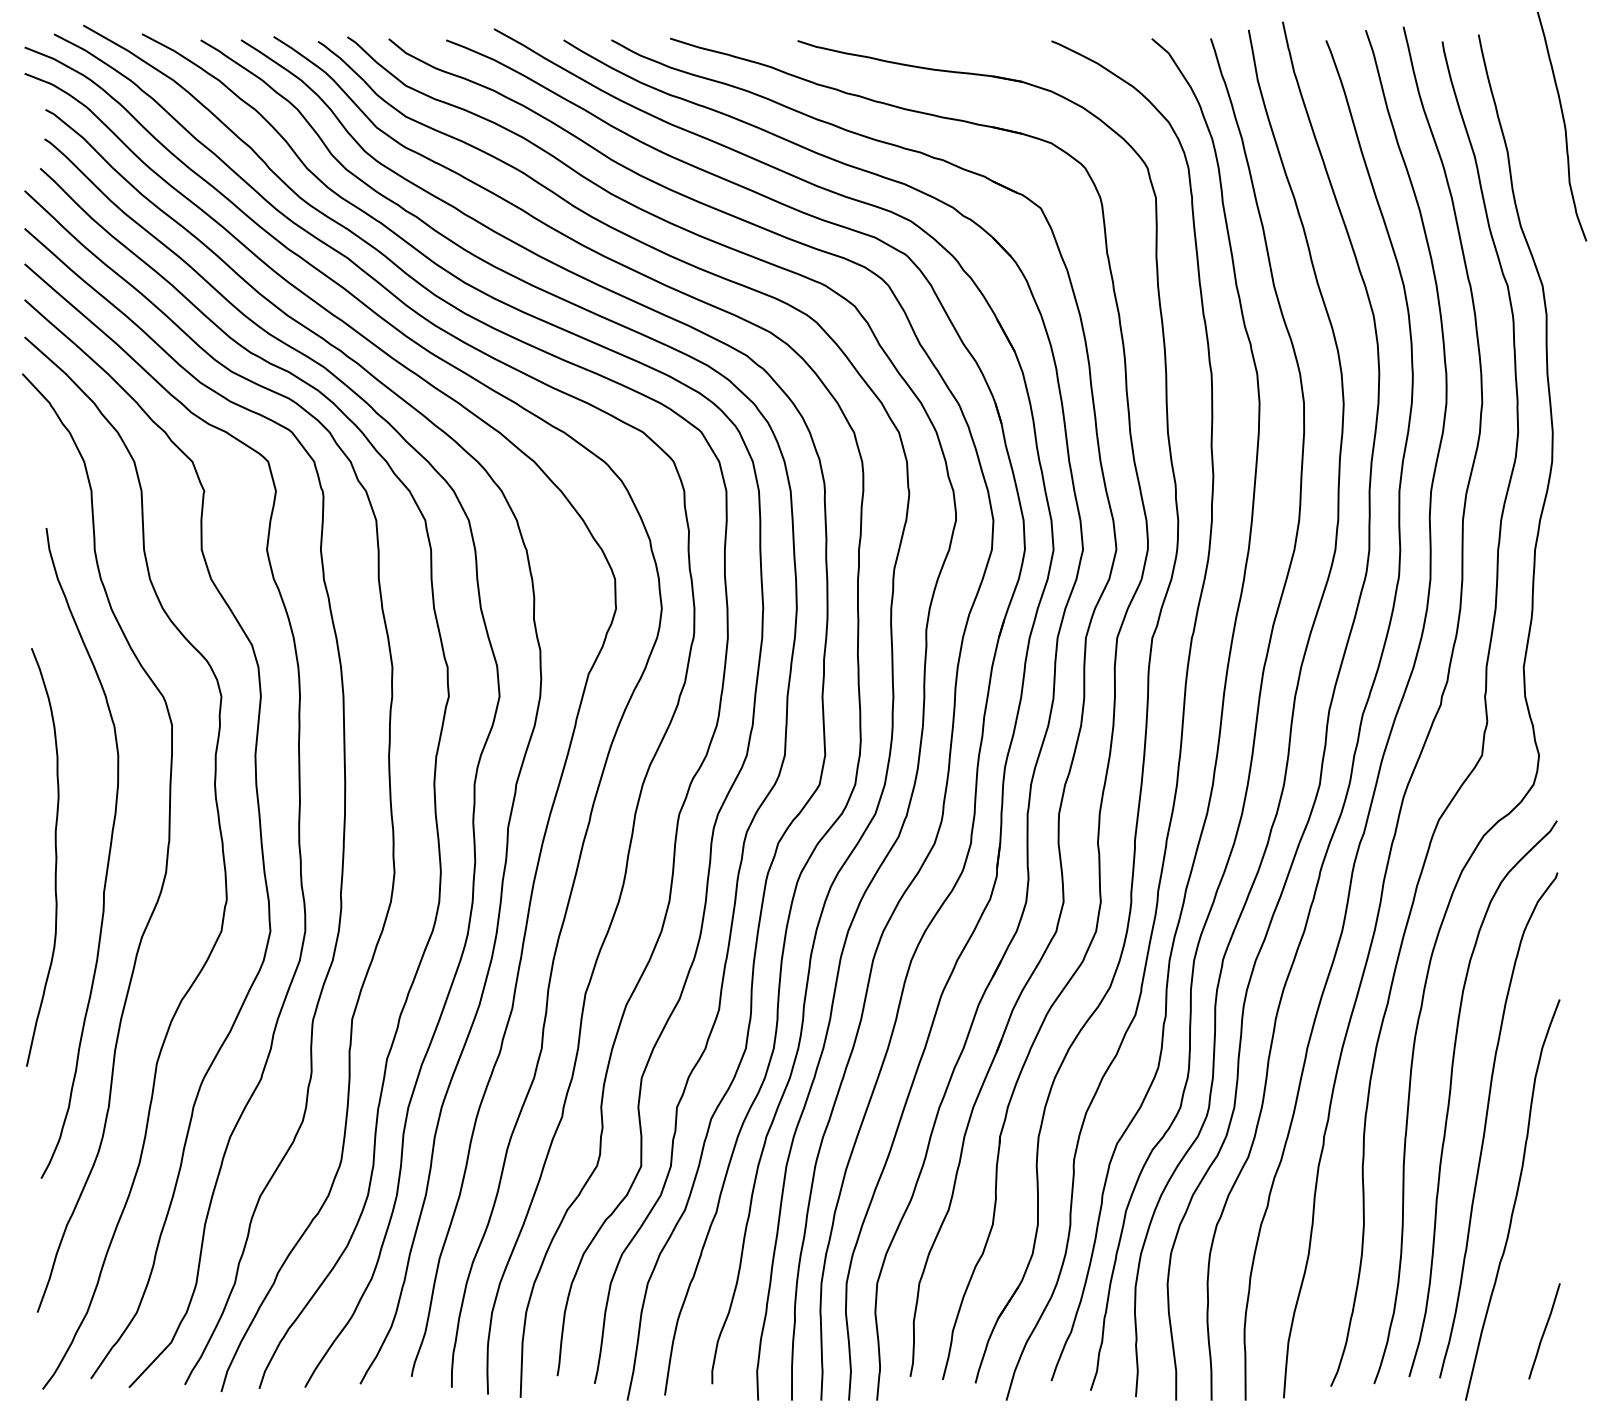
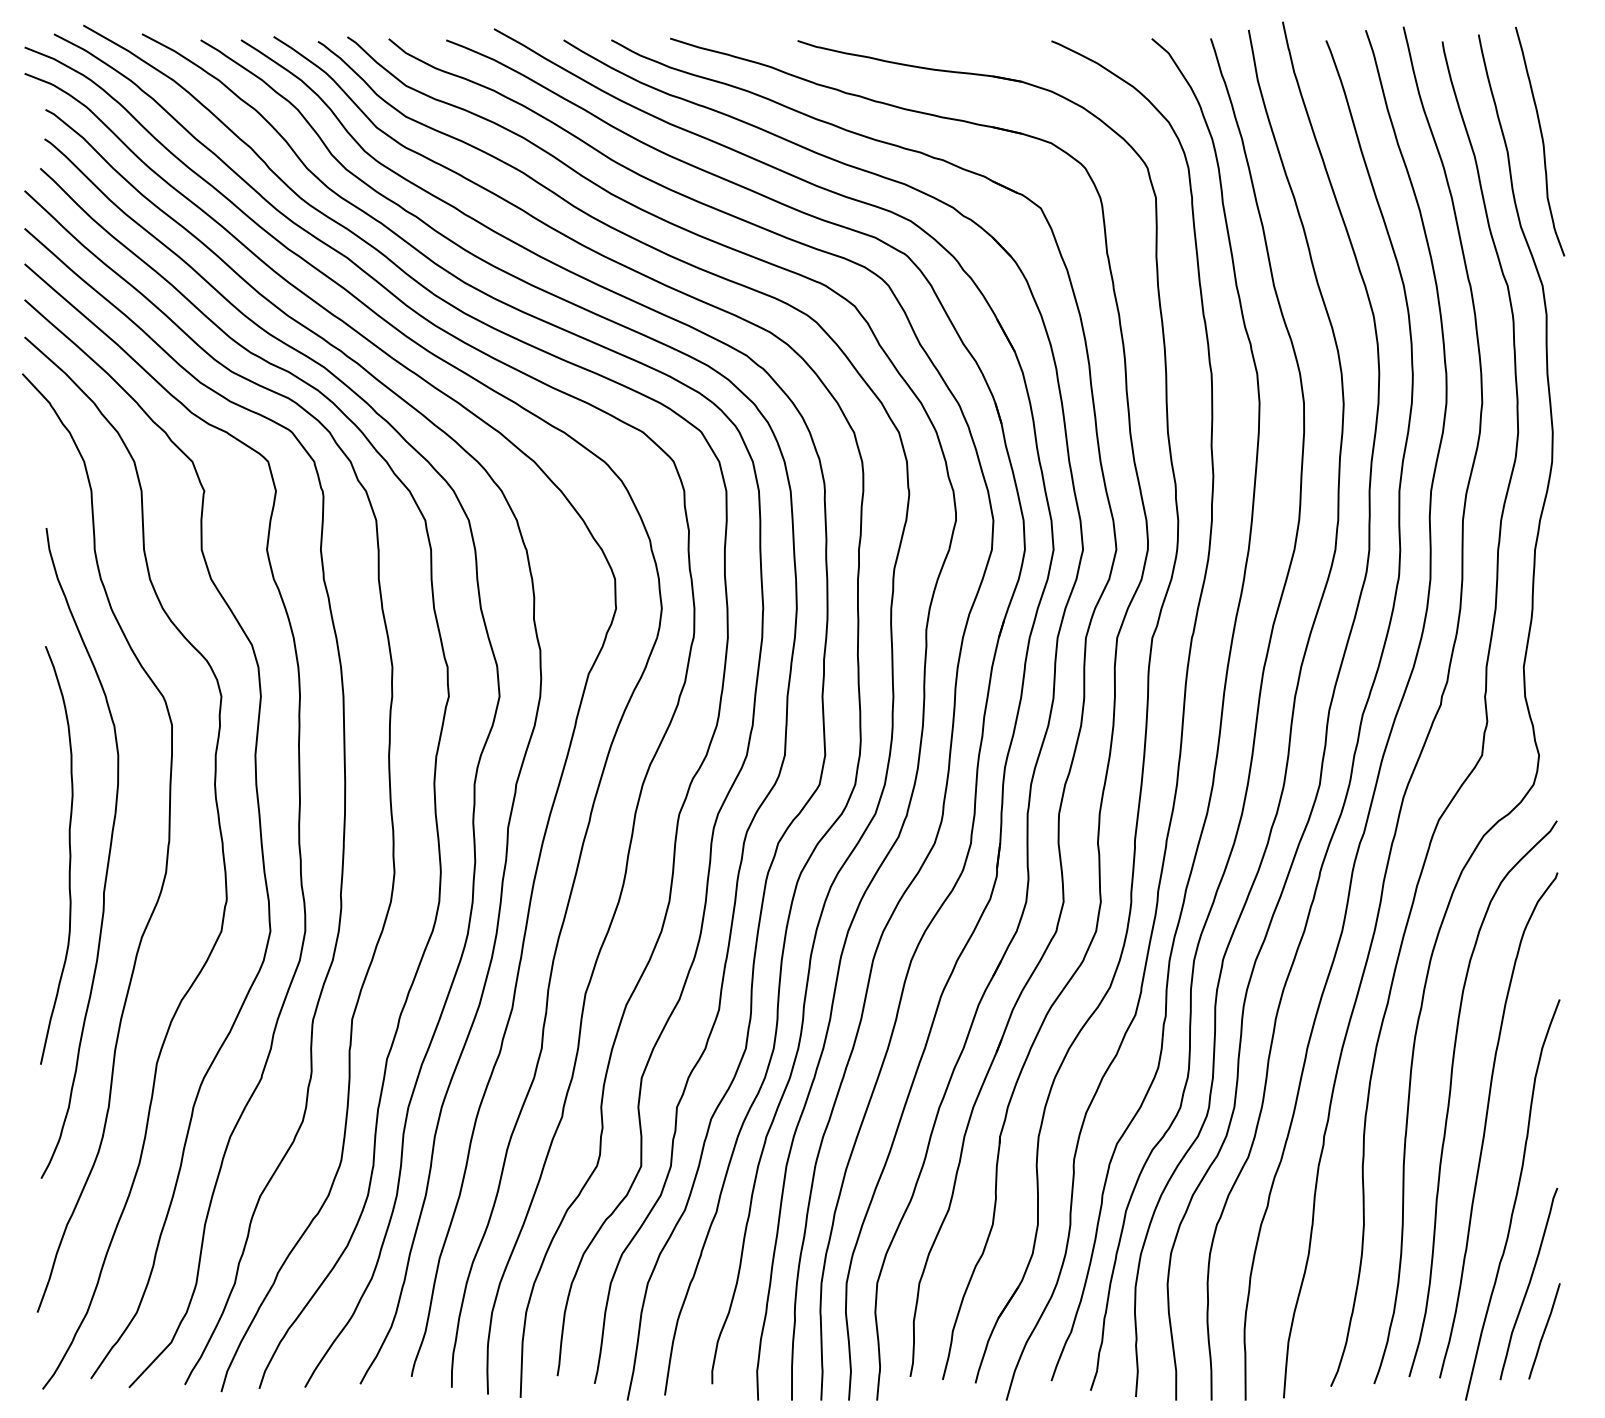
curve at (1564, 126) position: (1564, 126) -> (1542, 141)
curve at (55, 857) position: (55, 857) -> (69, 855)
curve at (1528, 1283): none -> present
